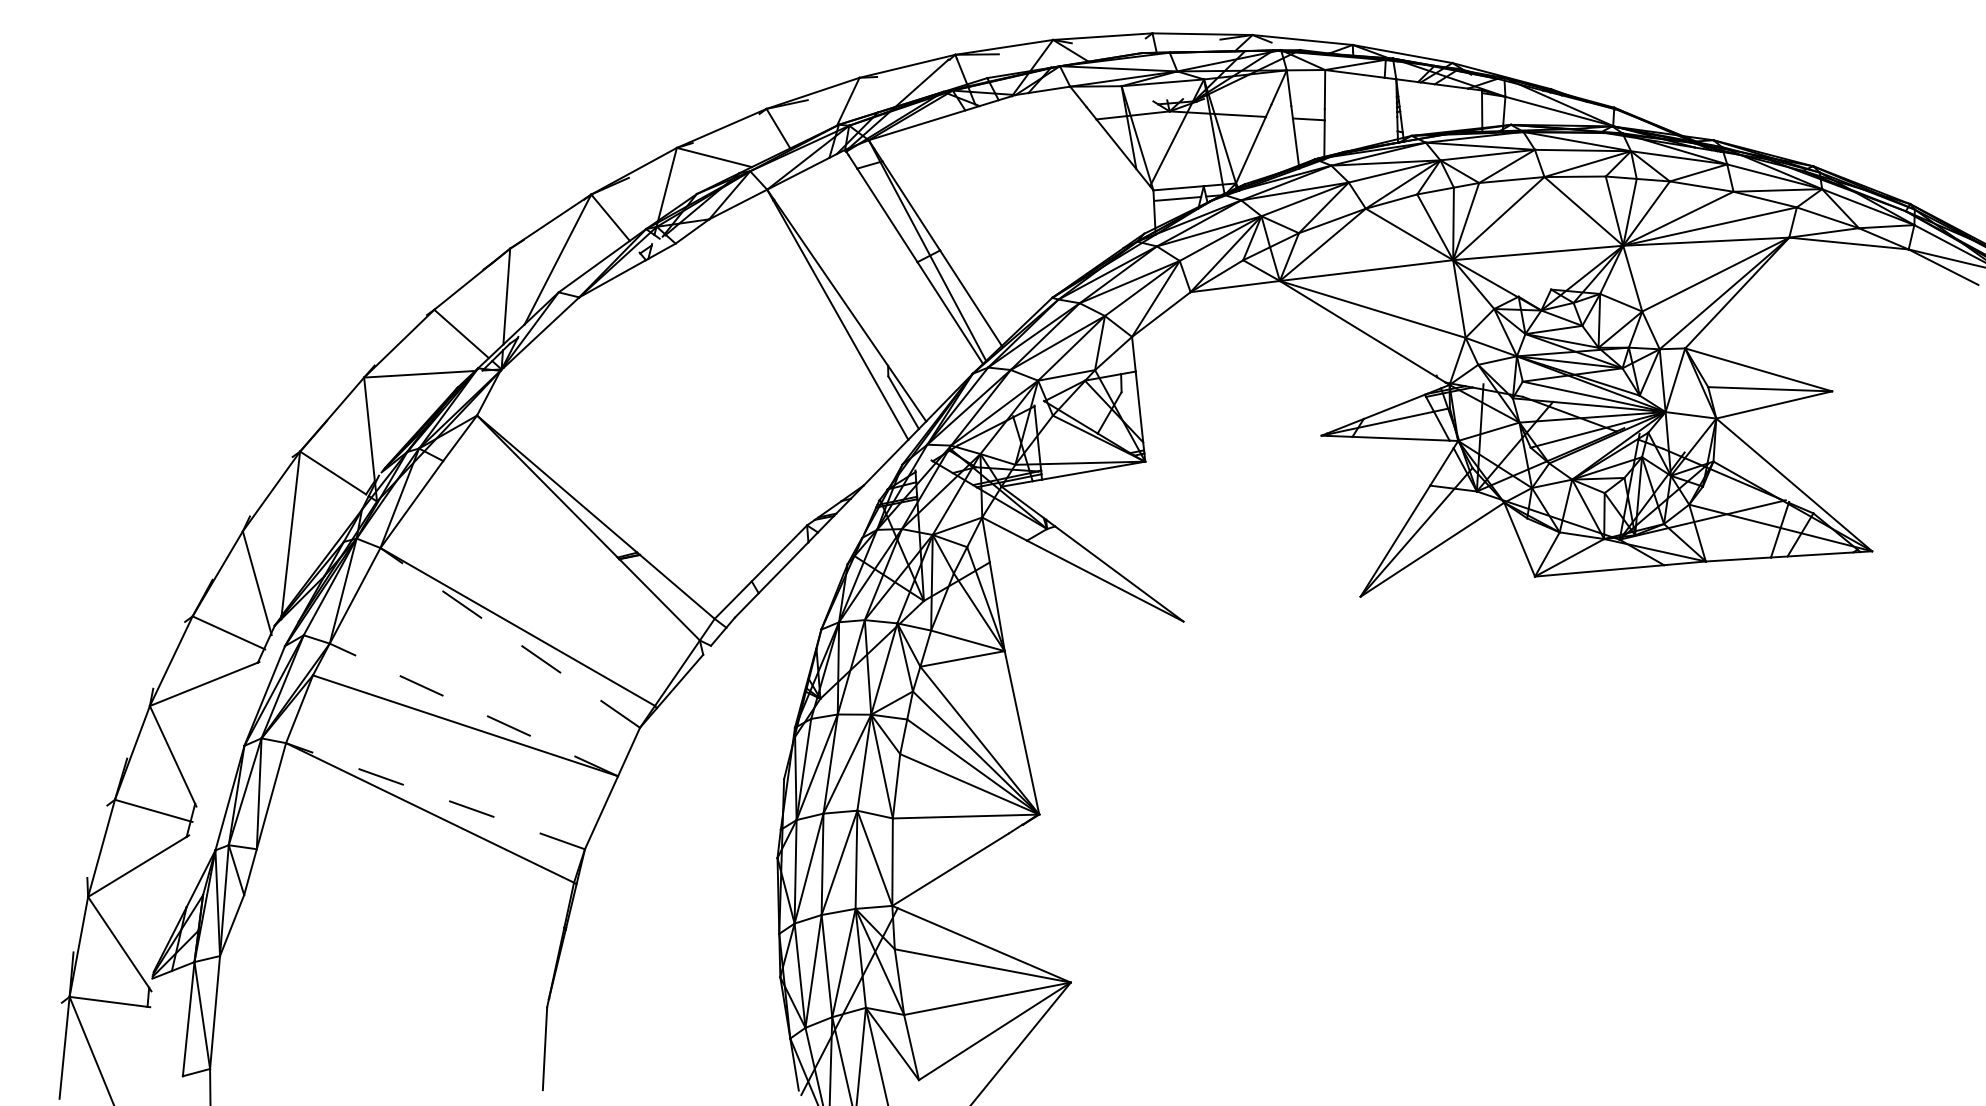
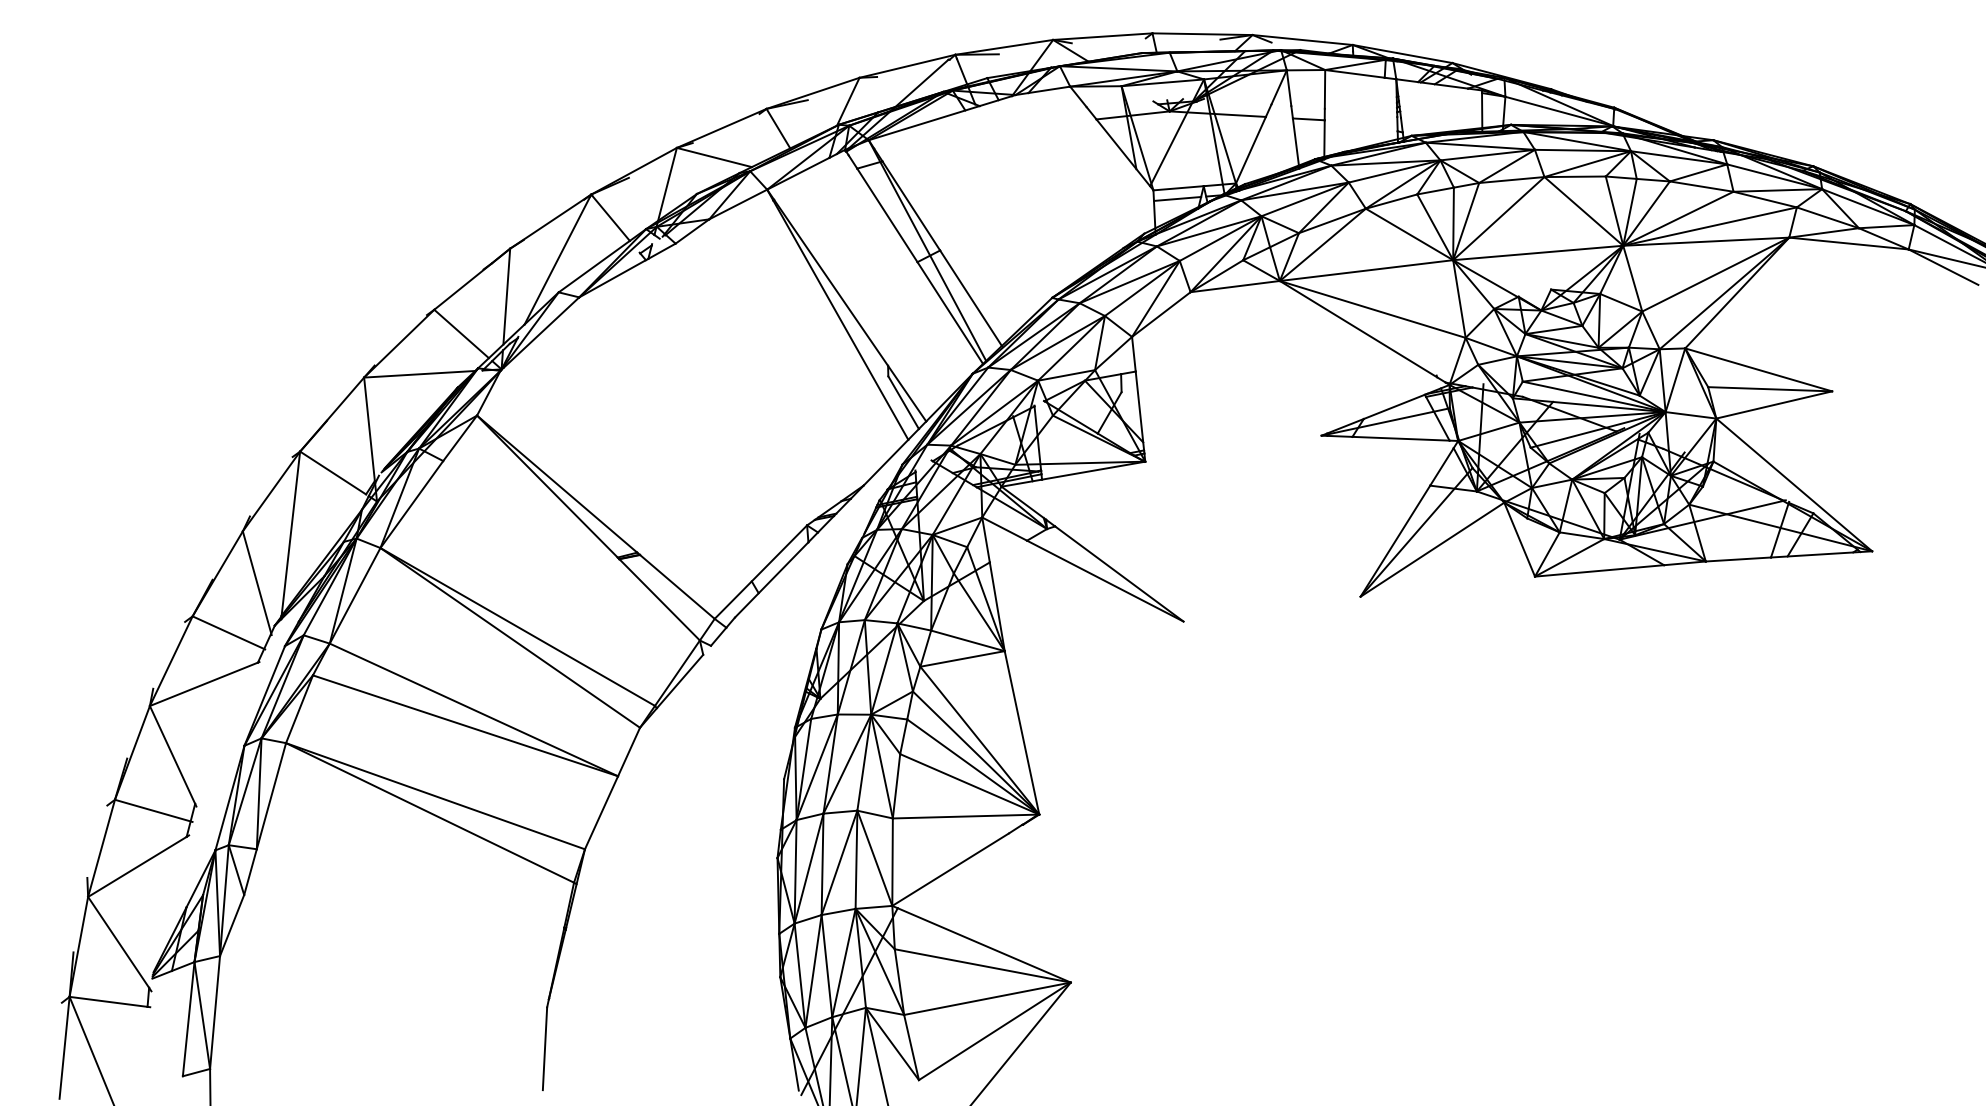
line at (510, 637): dashed -> solid
line at (473, 709): dashed -> solid
line at (435, 796): dashed -> solid
